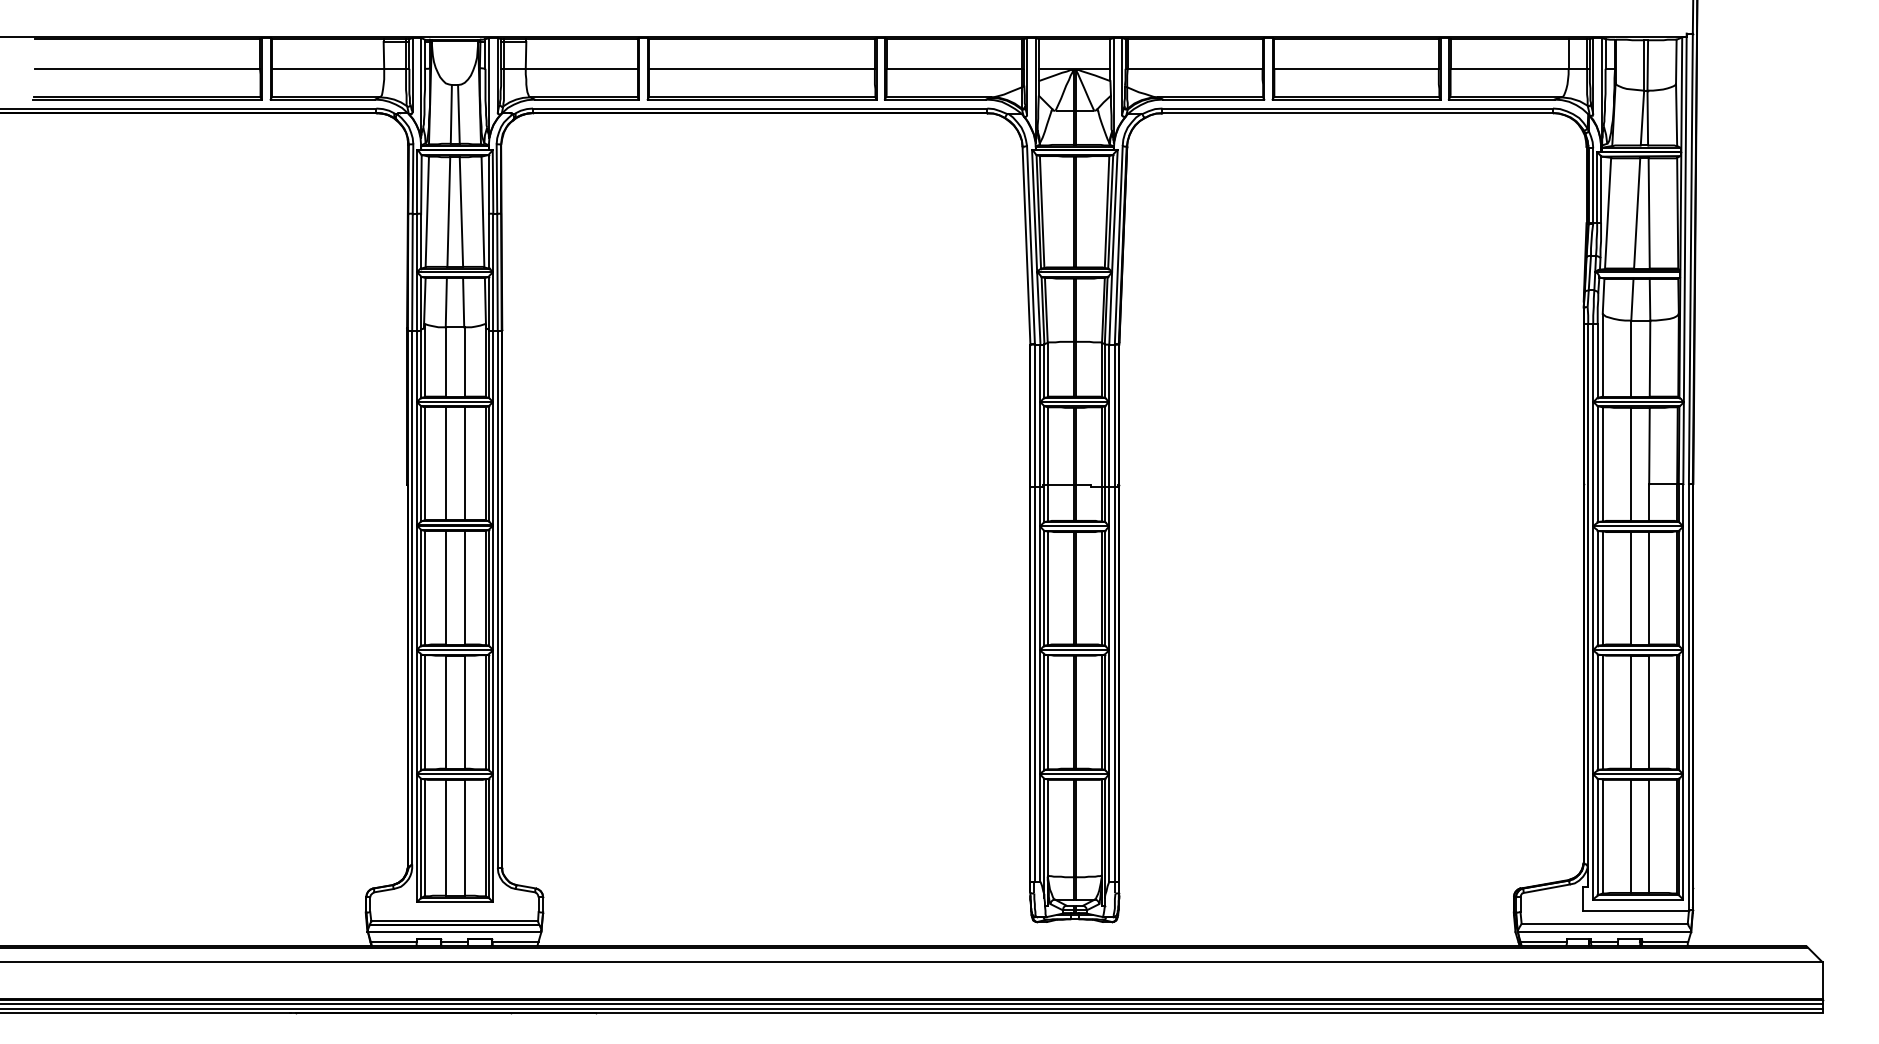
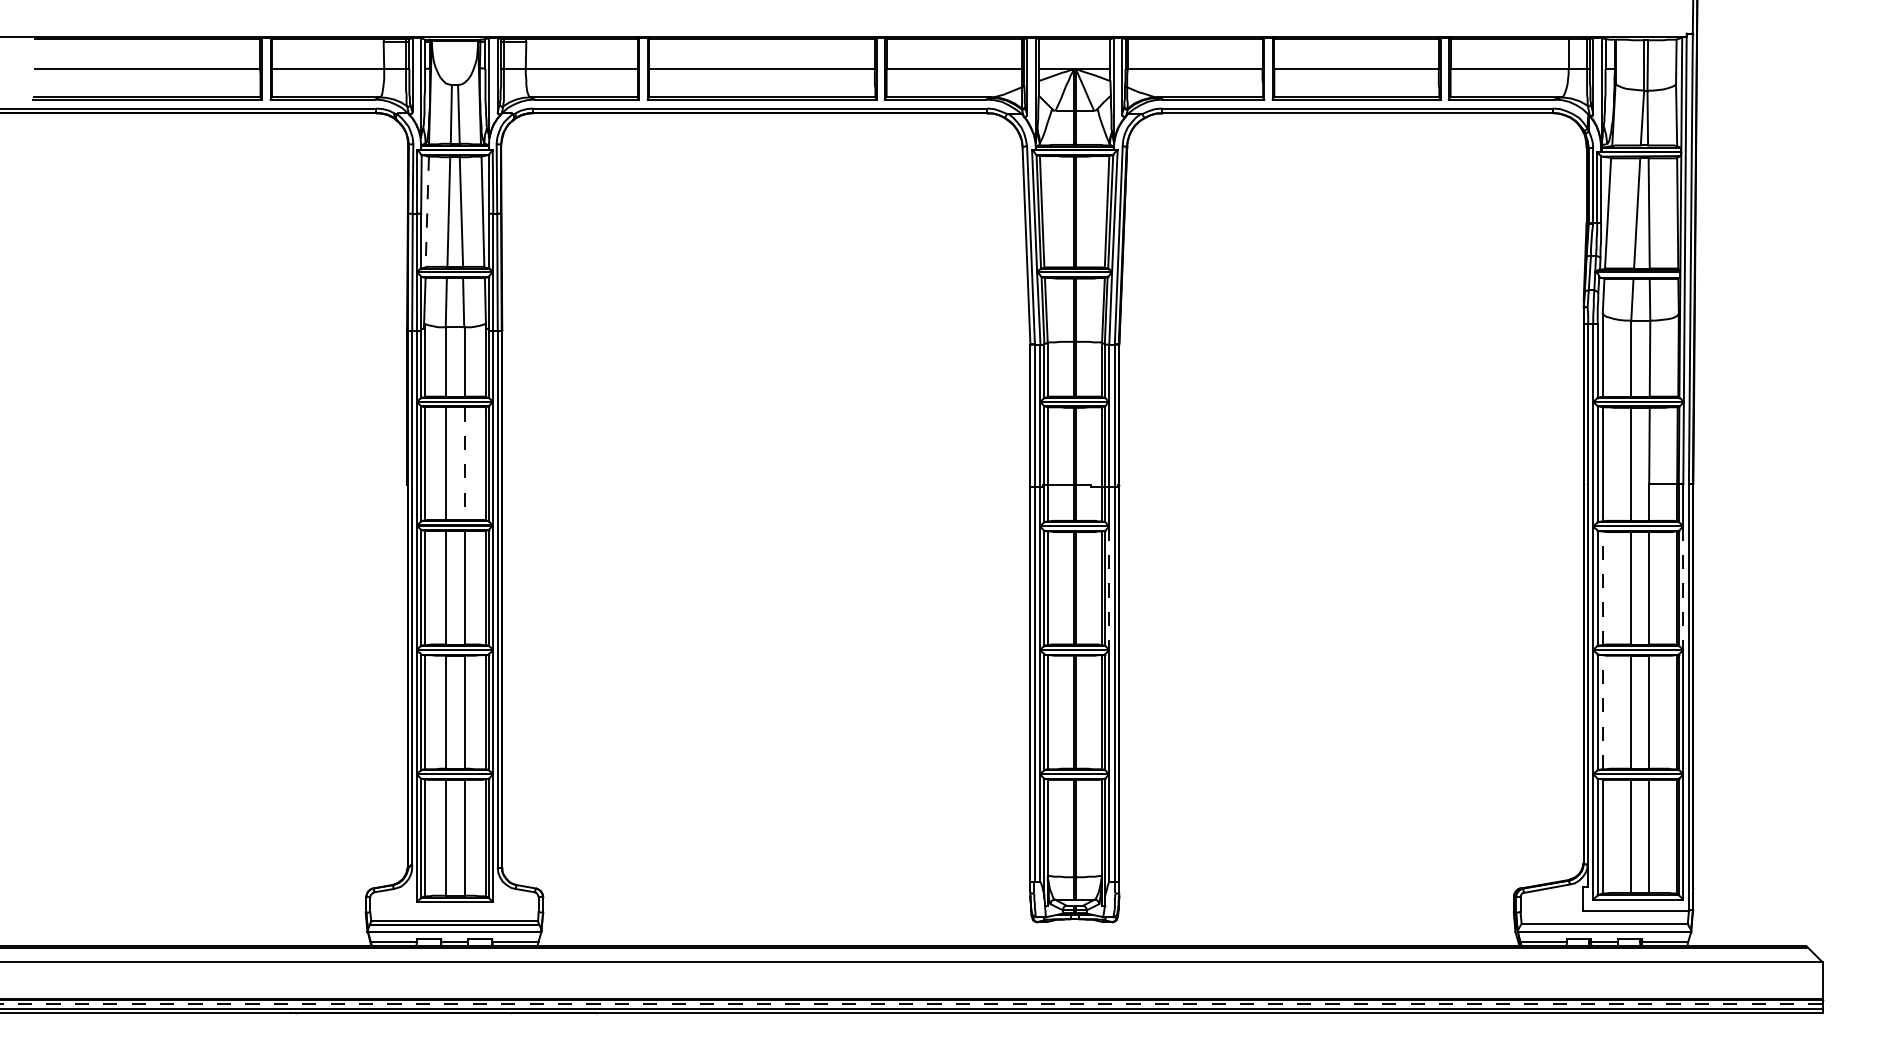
line at (427, 212): solid -> dashed
line at (464, 463): solid -> dashed
line at (1109, 588): solid -> dashed
line at (1602, 588): solid -> dashed
line at (1683, 588): solid -> dashed
line at (1602, 711): solid -> dashed
line at (910, 1004): solid -> dashed
